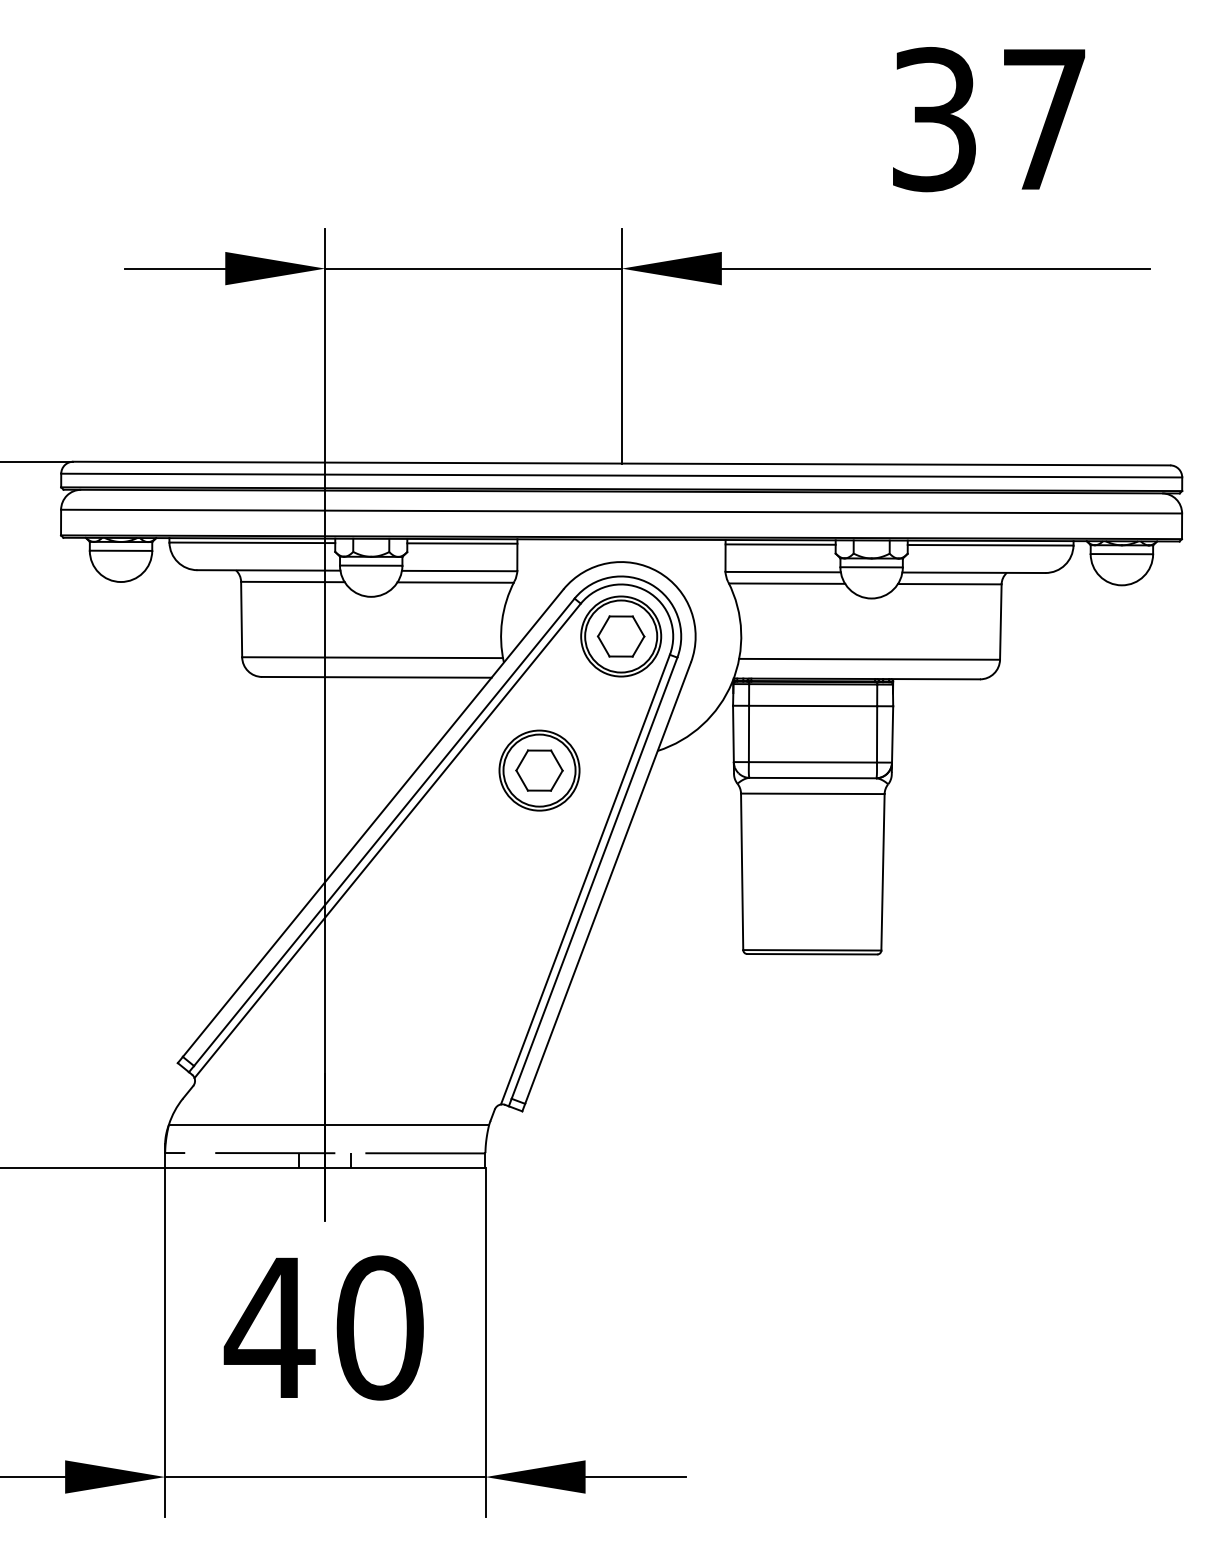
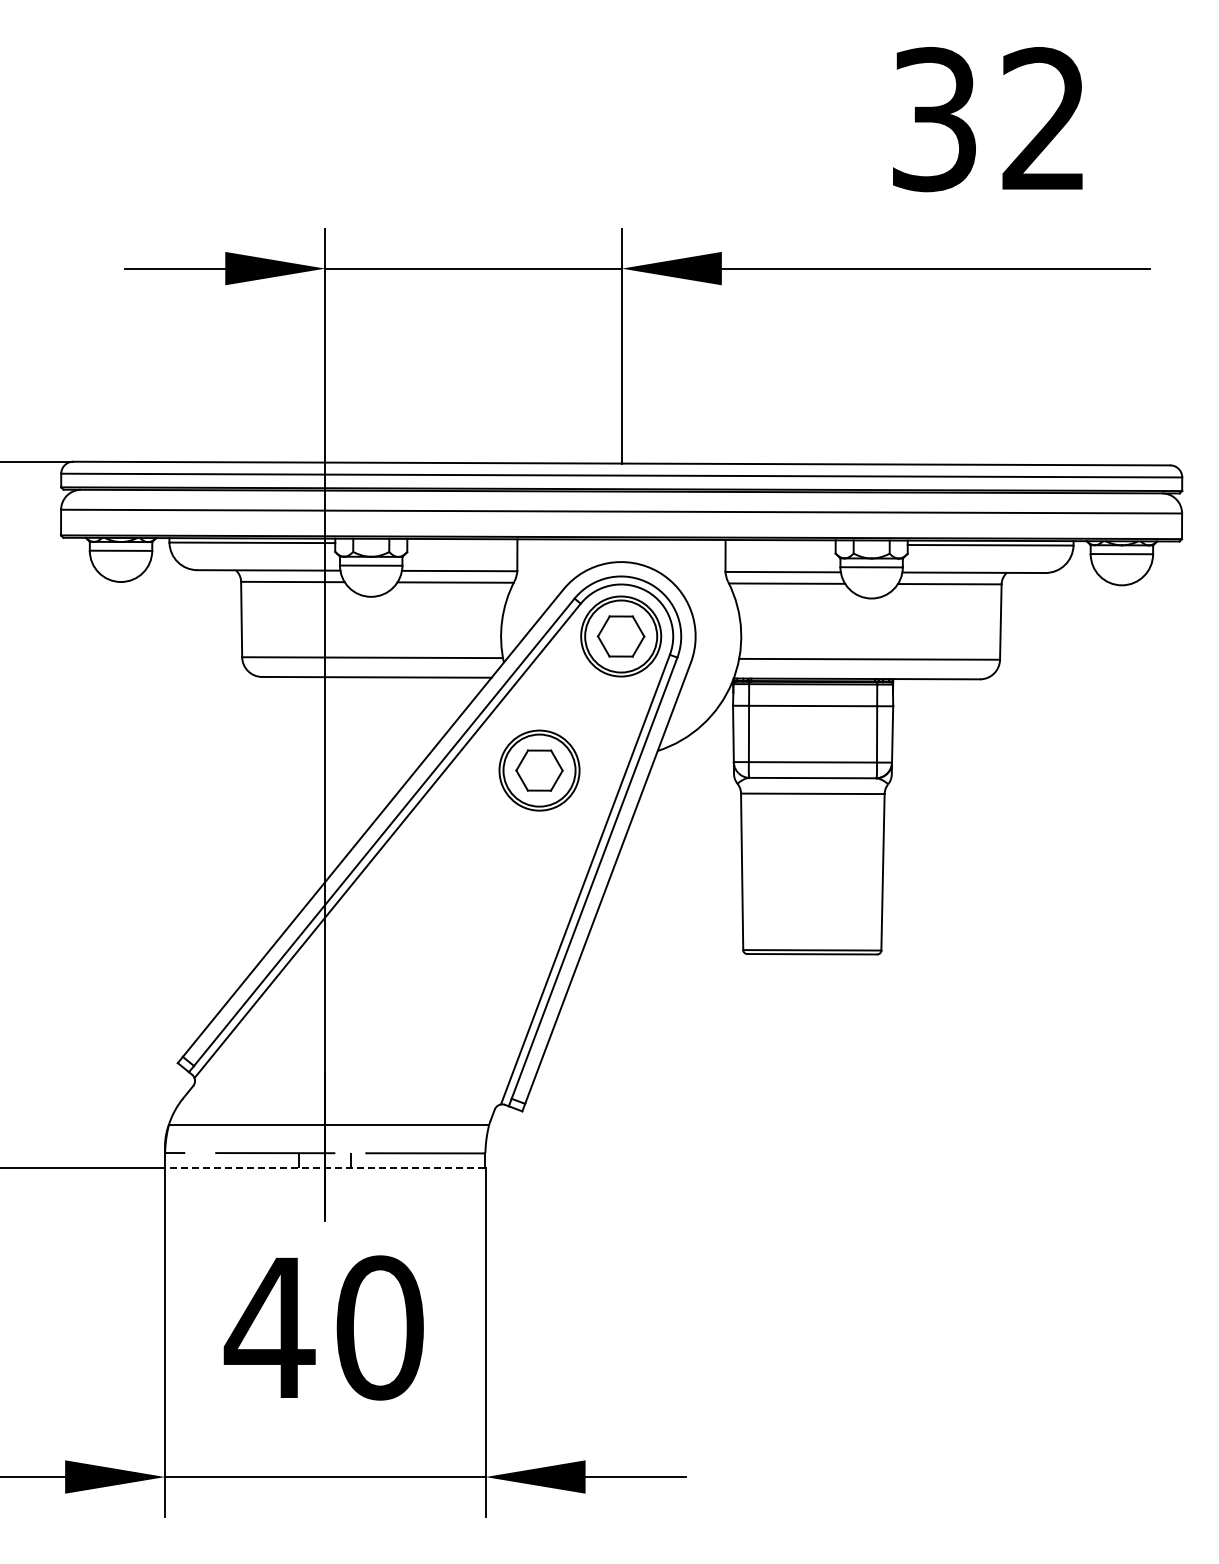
text at (1043, 118): 37 -> 32
line at (462, 543): present -> none
line at (780, 544): present -> none
line at (324, 1167): solid -> dashed
